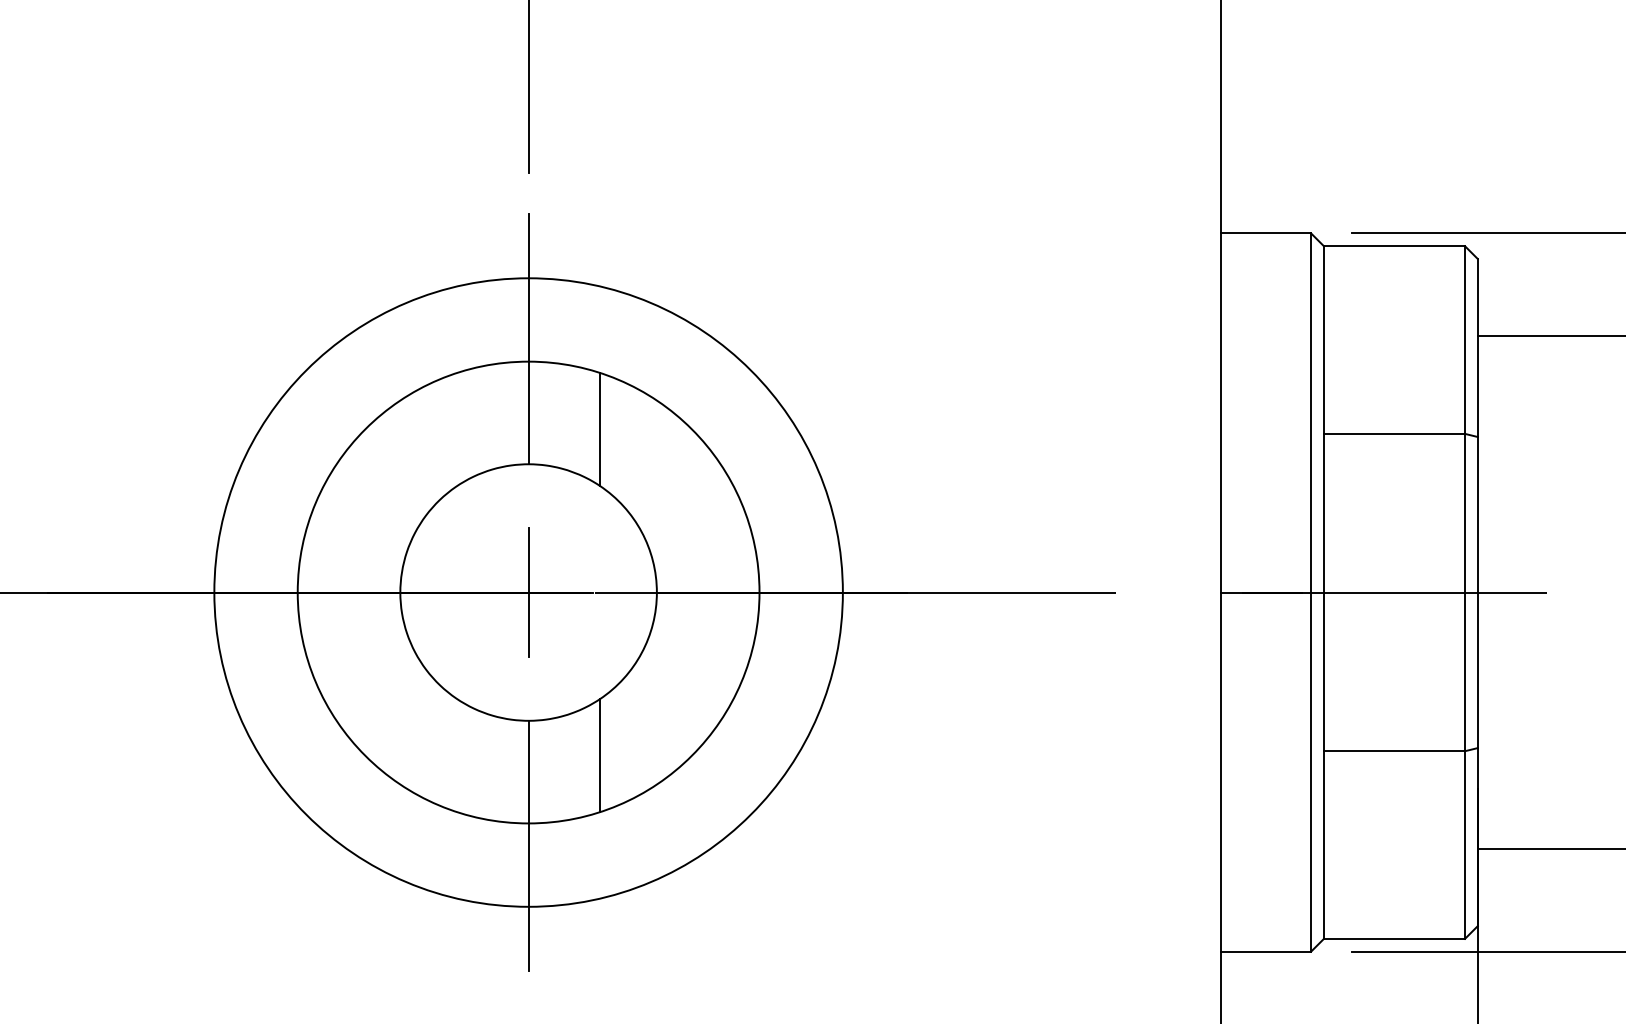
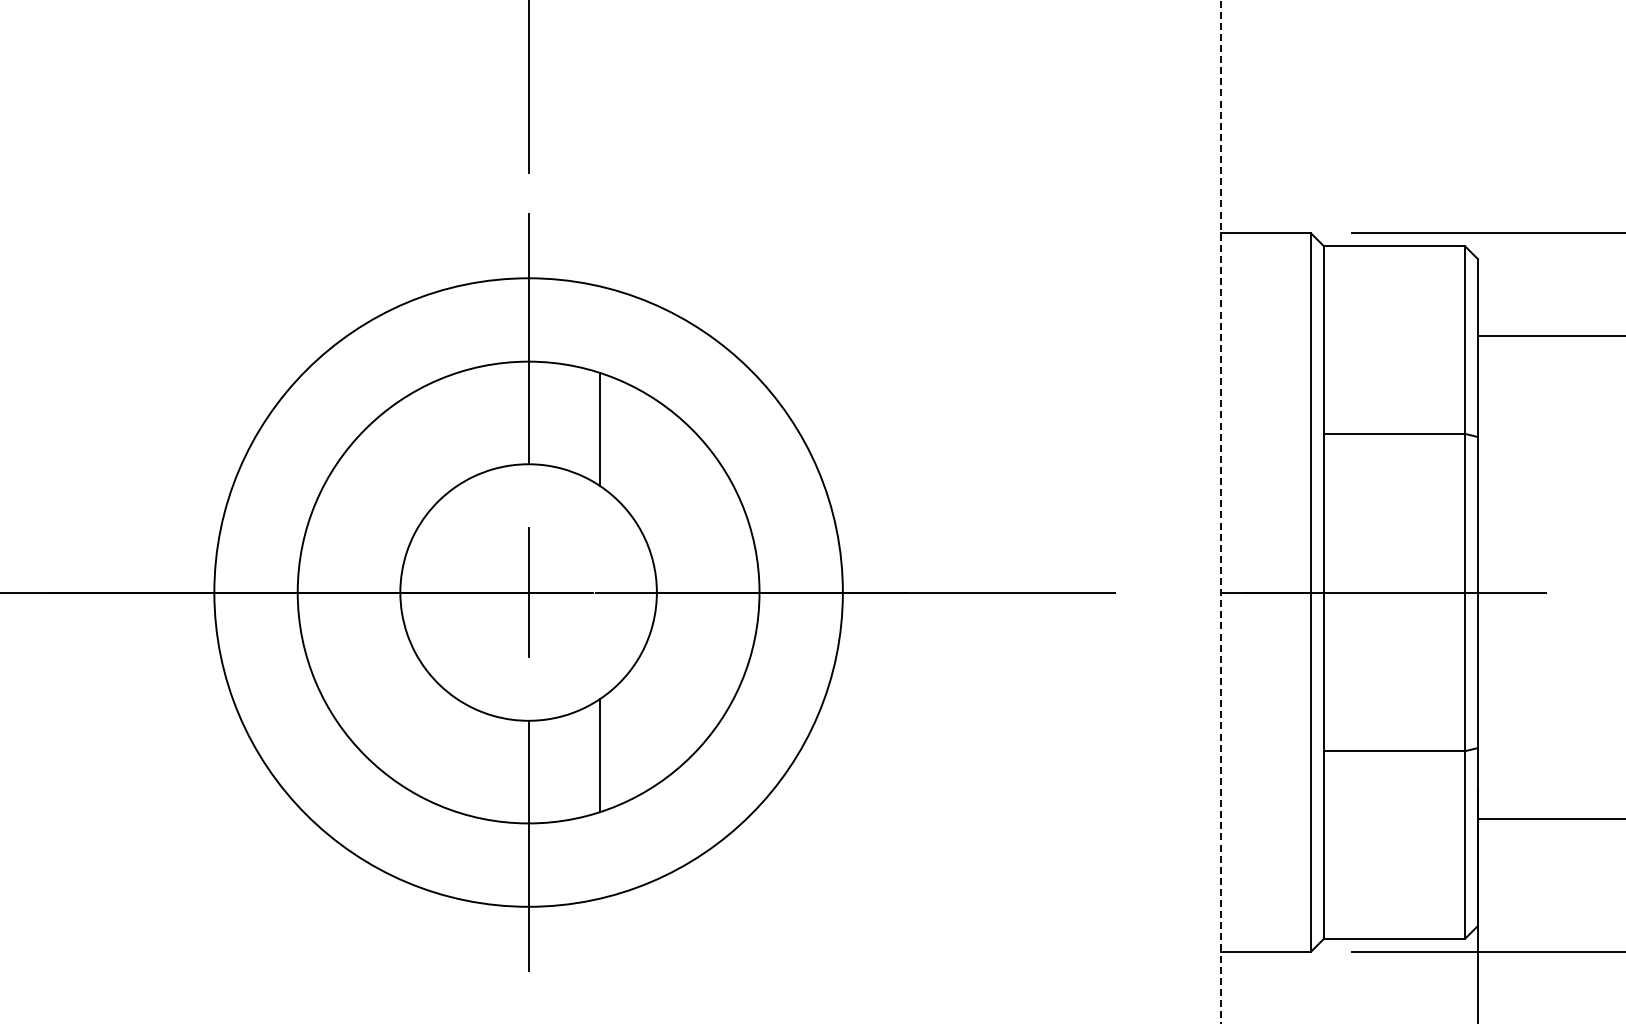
line at (1221, 511): solid -> dashed
line at (1549, 849) position: (1549, 849) -> (1549, 819)
